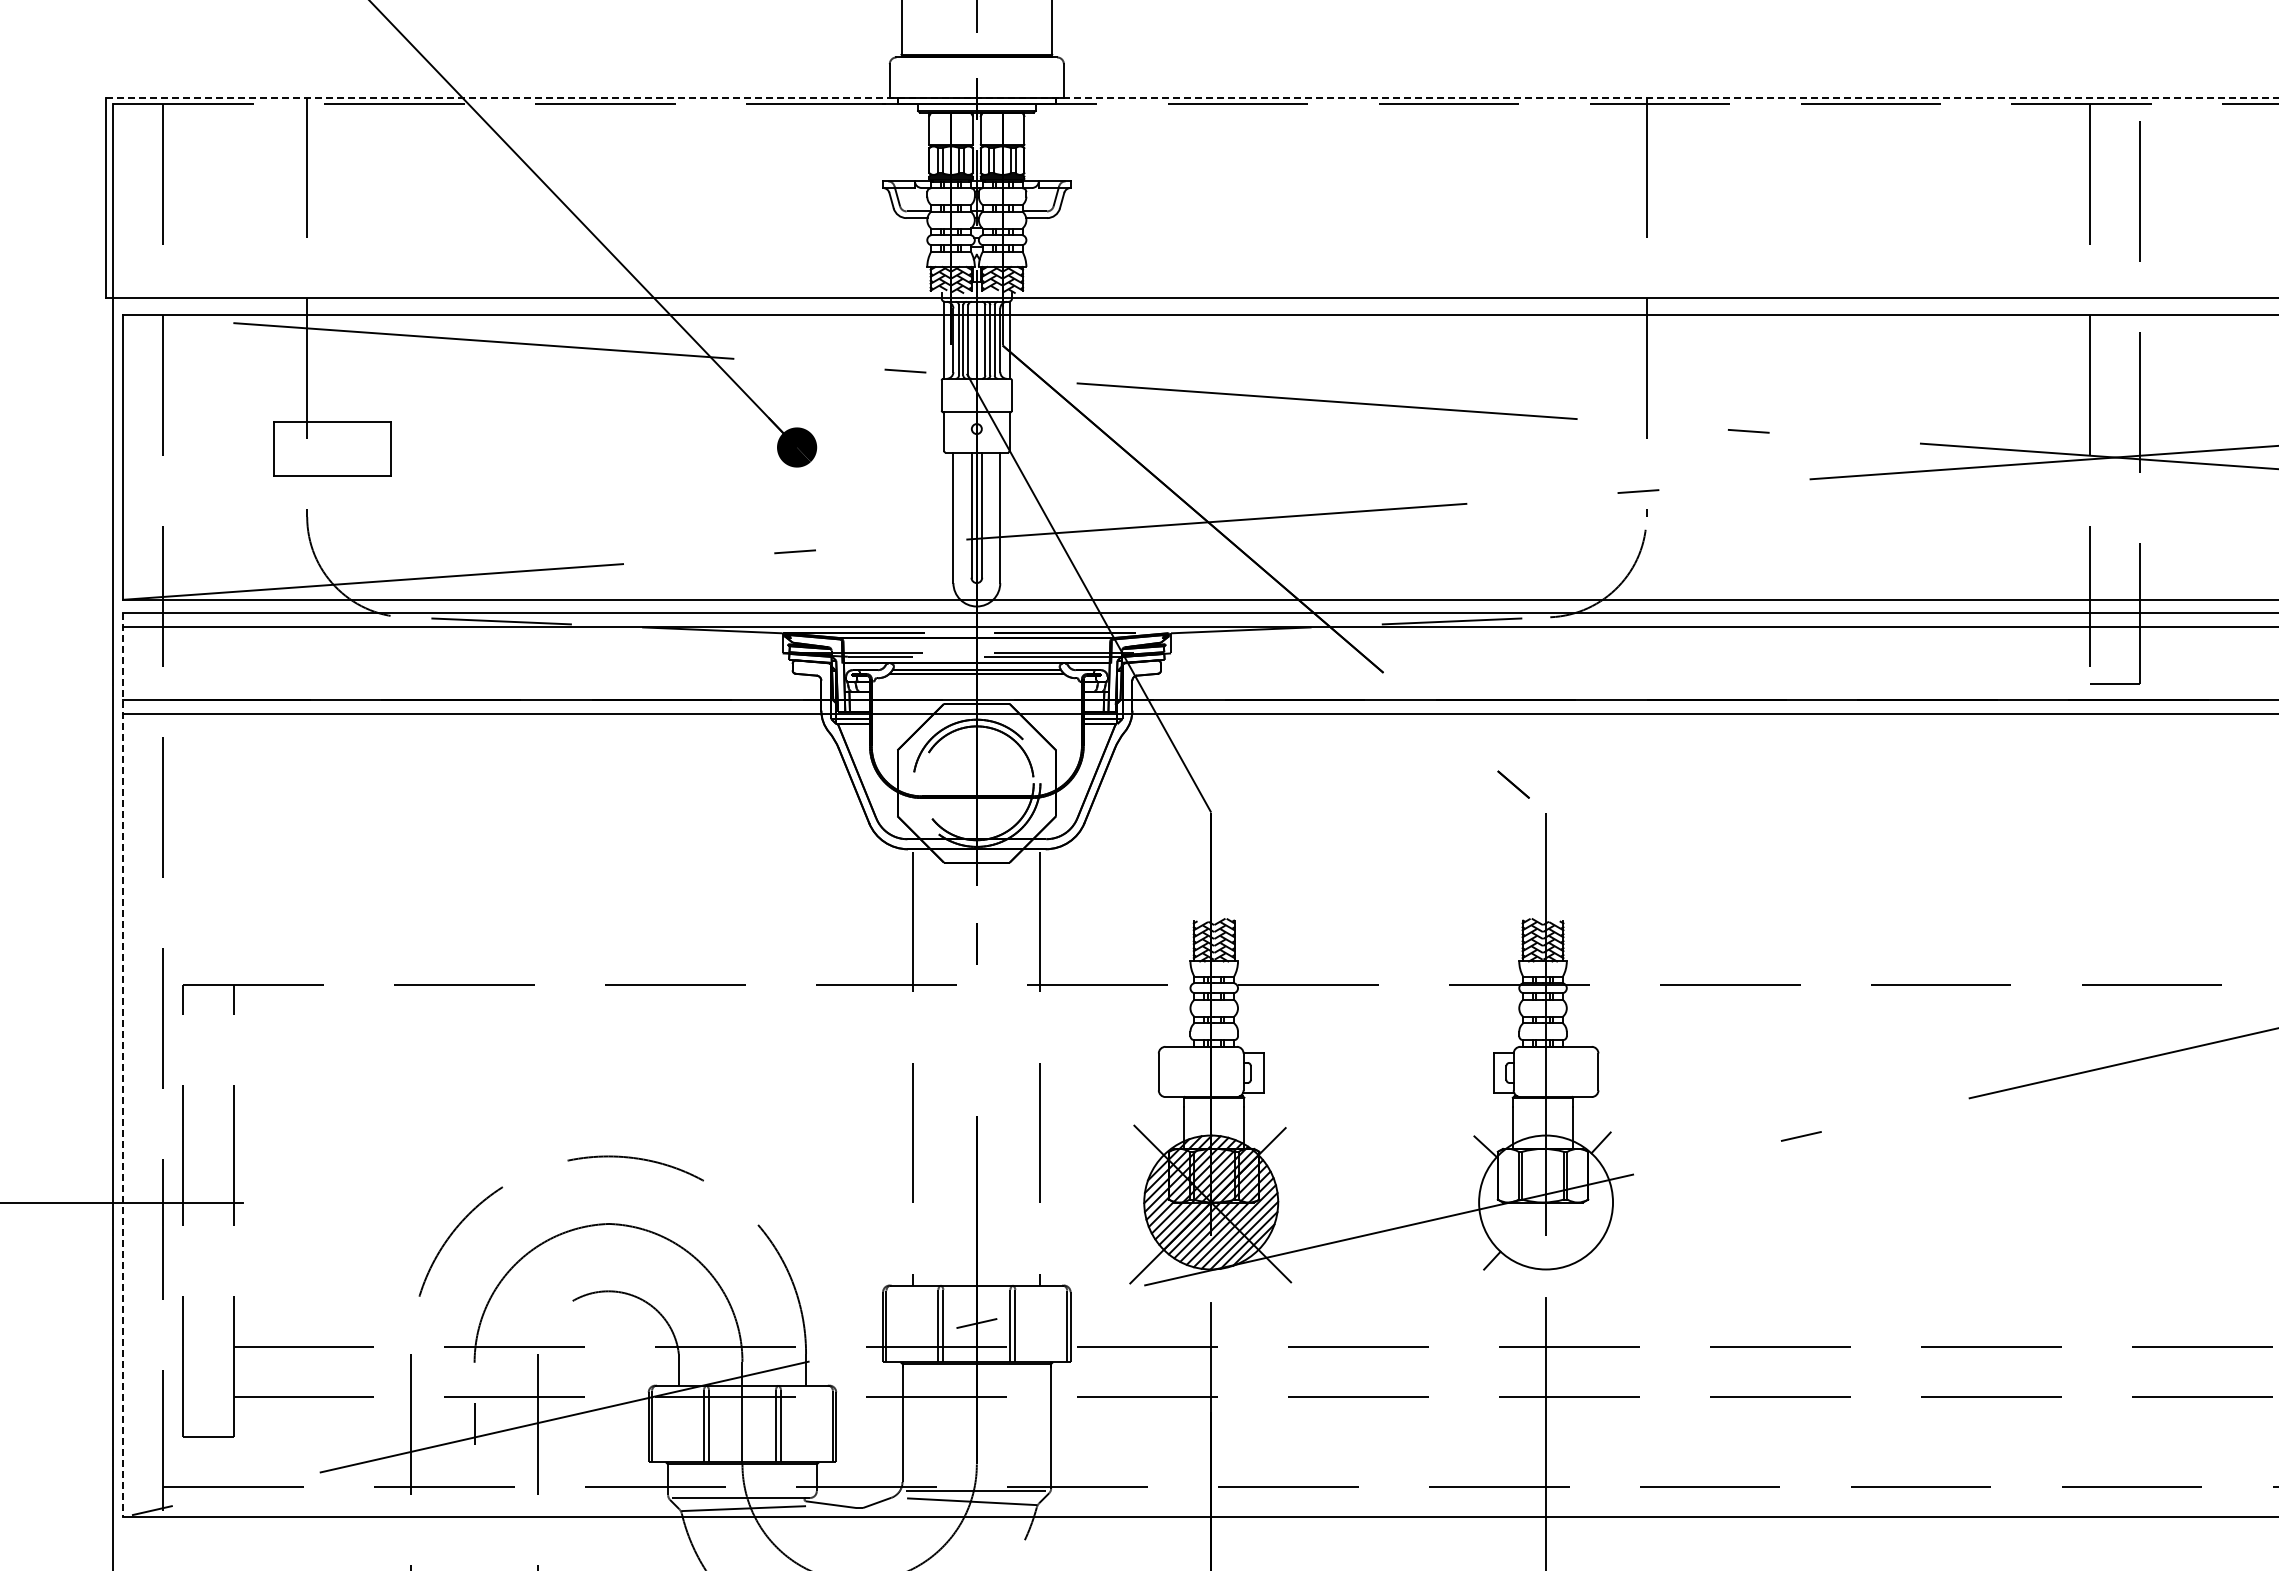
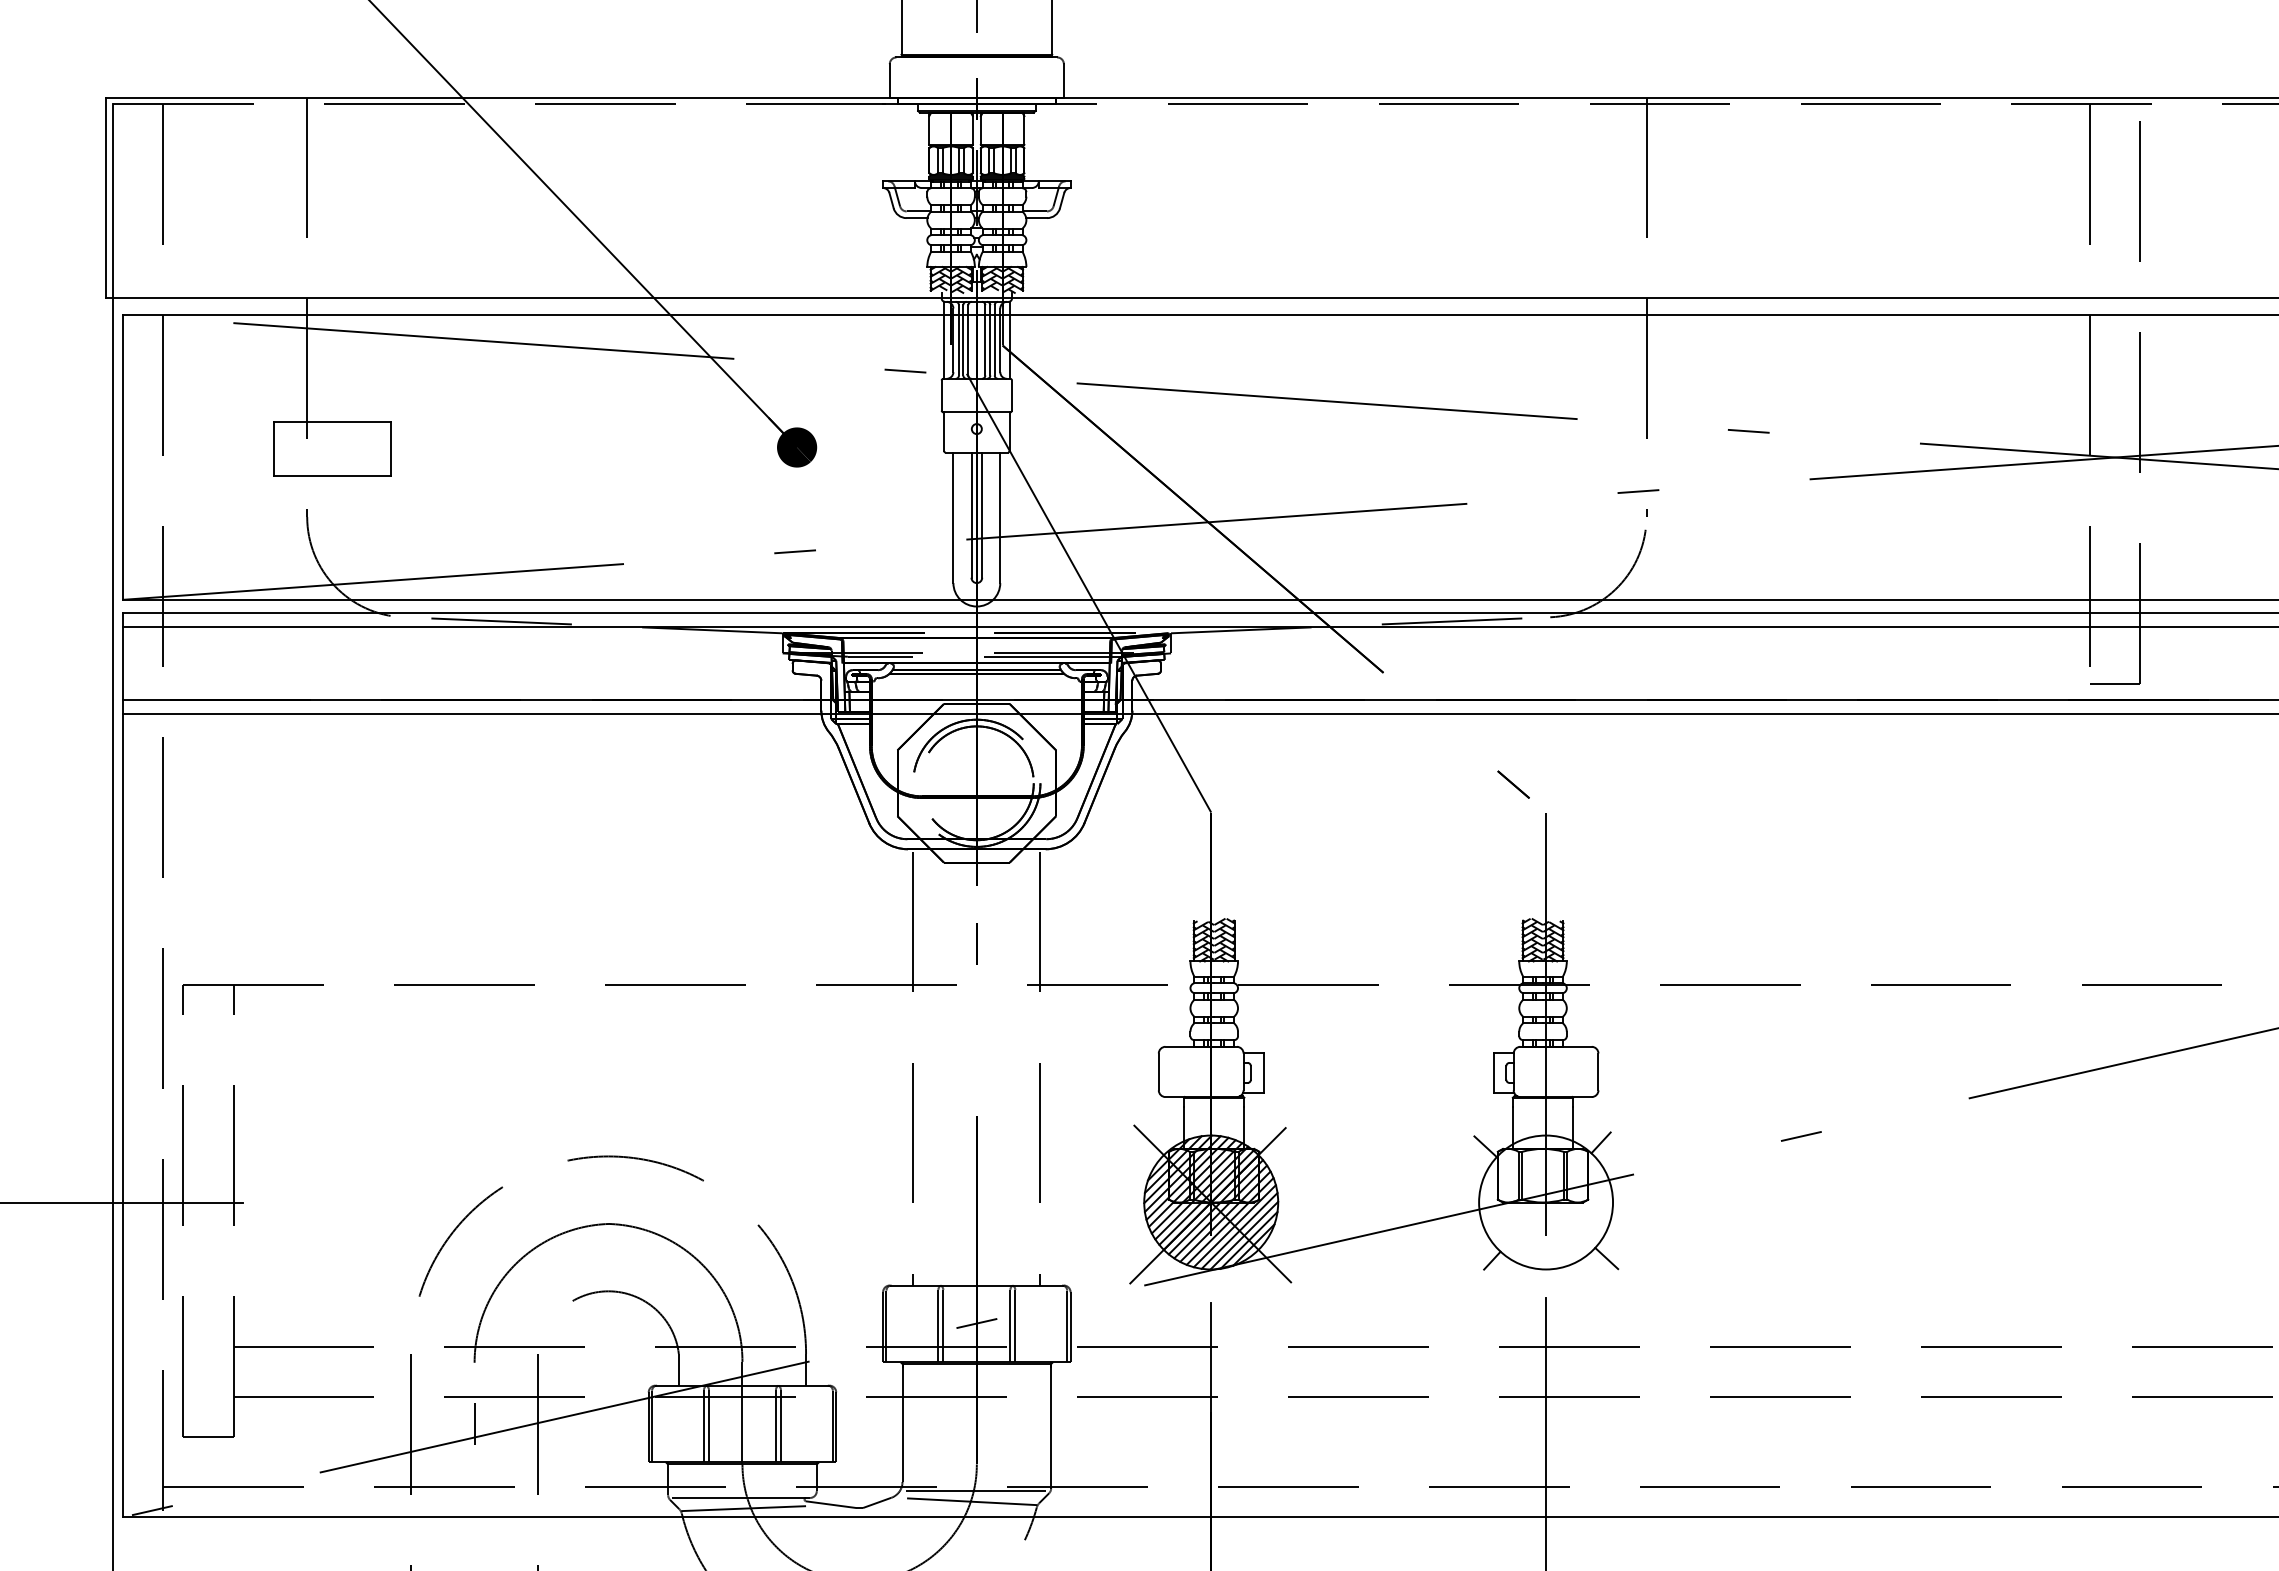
line at (1192, 97): dashed -> solid
line at (123, 1065): dashed -> solid
line at (1606, 1258): none -> present
